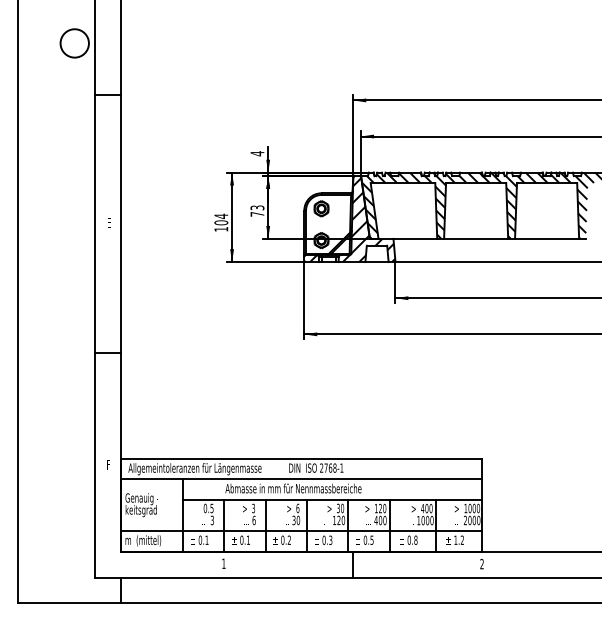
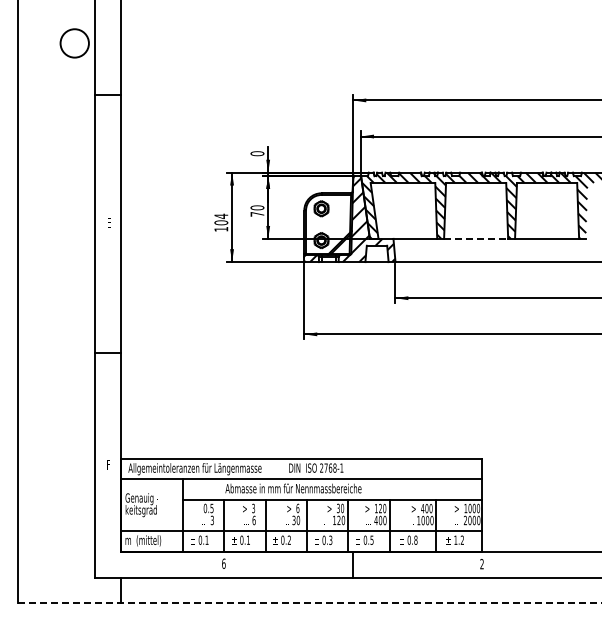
text at (257, 153): 4 -> 0
text at (257, 207): 73 -> 70
line at (476, 238): solid -> dashed
text at (223, 563): 1 -> 6
line at (309, 603): solid -> dashed
